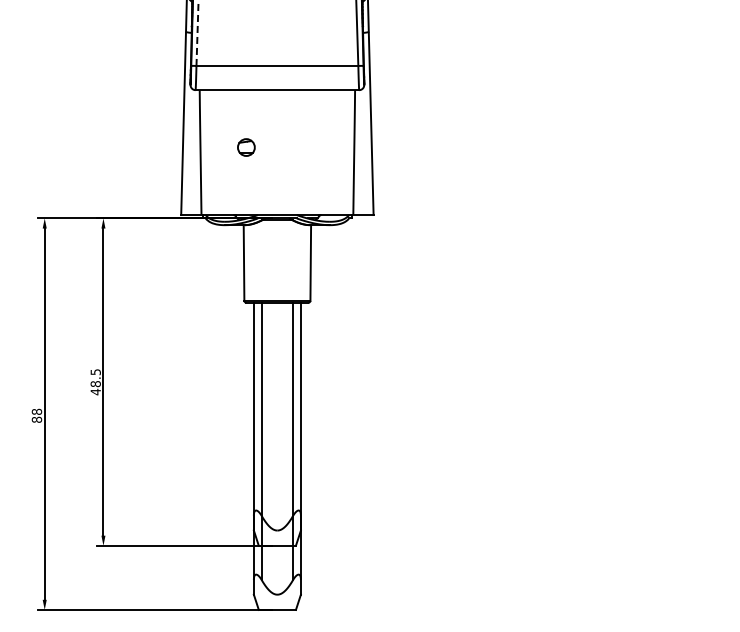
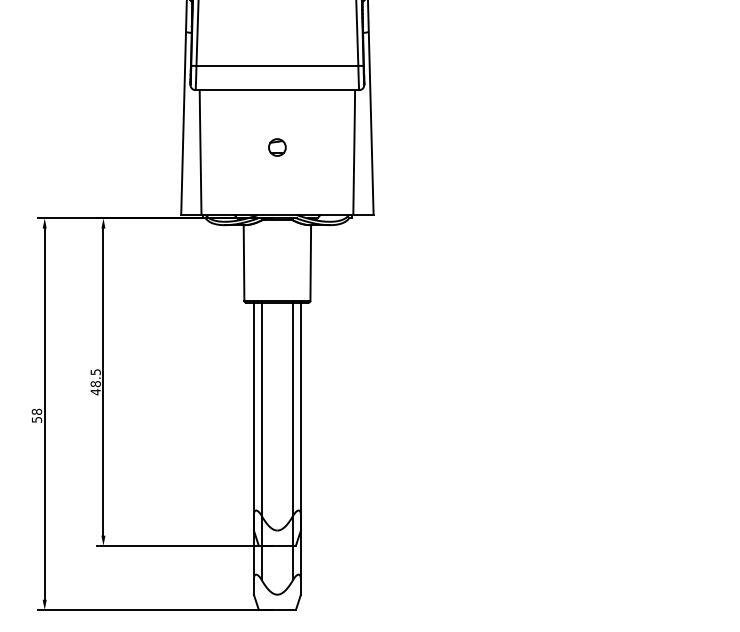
line at (197, 33): dashed -> solid
circle at (246, 147) position: (246, 147) -> (277, 147)
text at (36, 419): 88 -> 58
